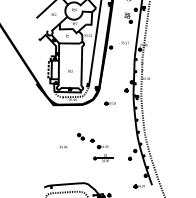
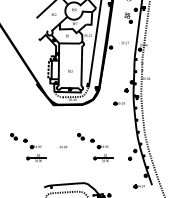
part at (109, 103) position: (109, 103) -> (118, 103)
part at (28, 147): none -> present
